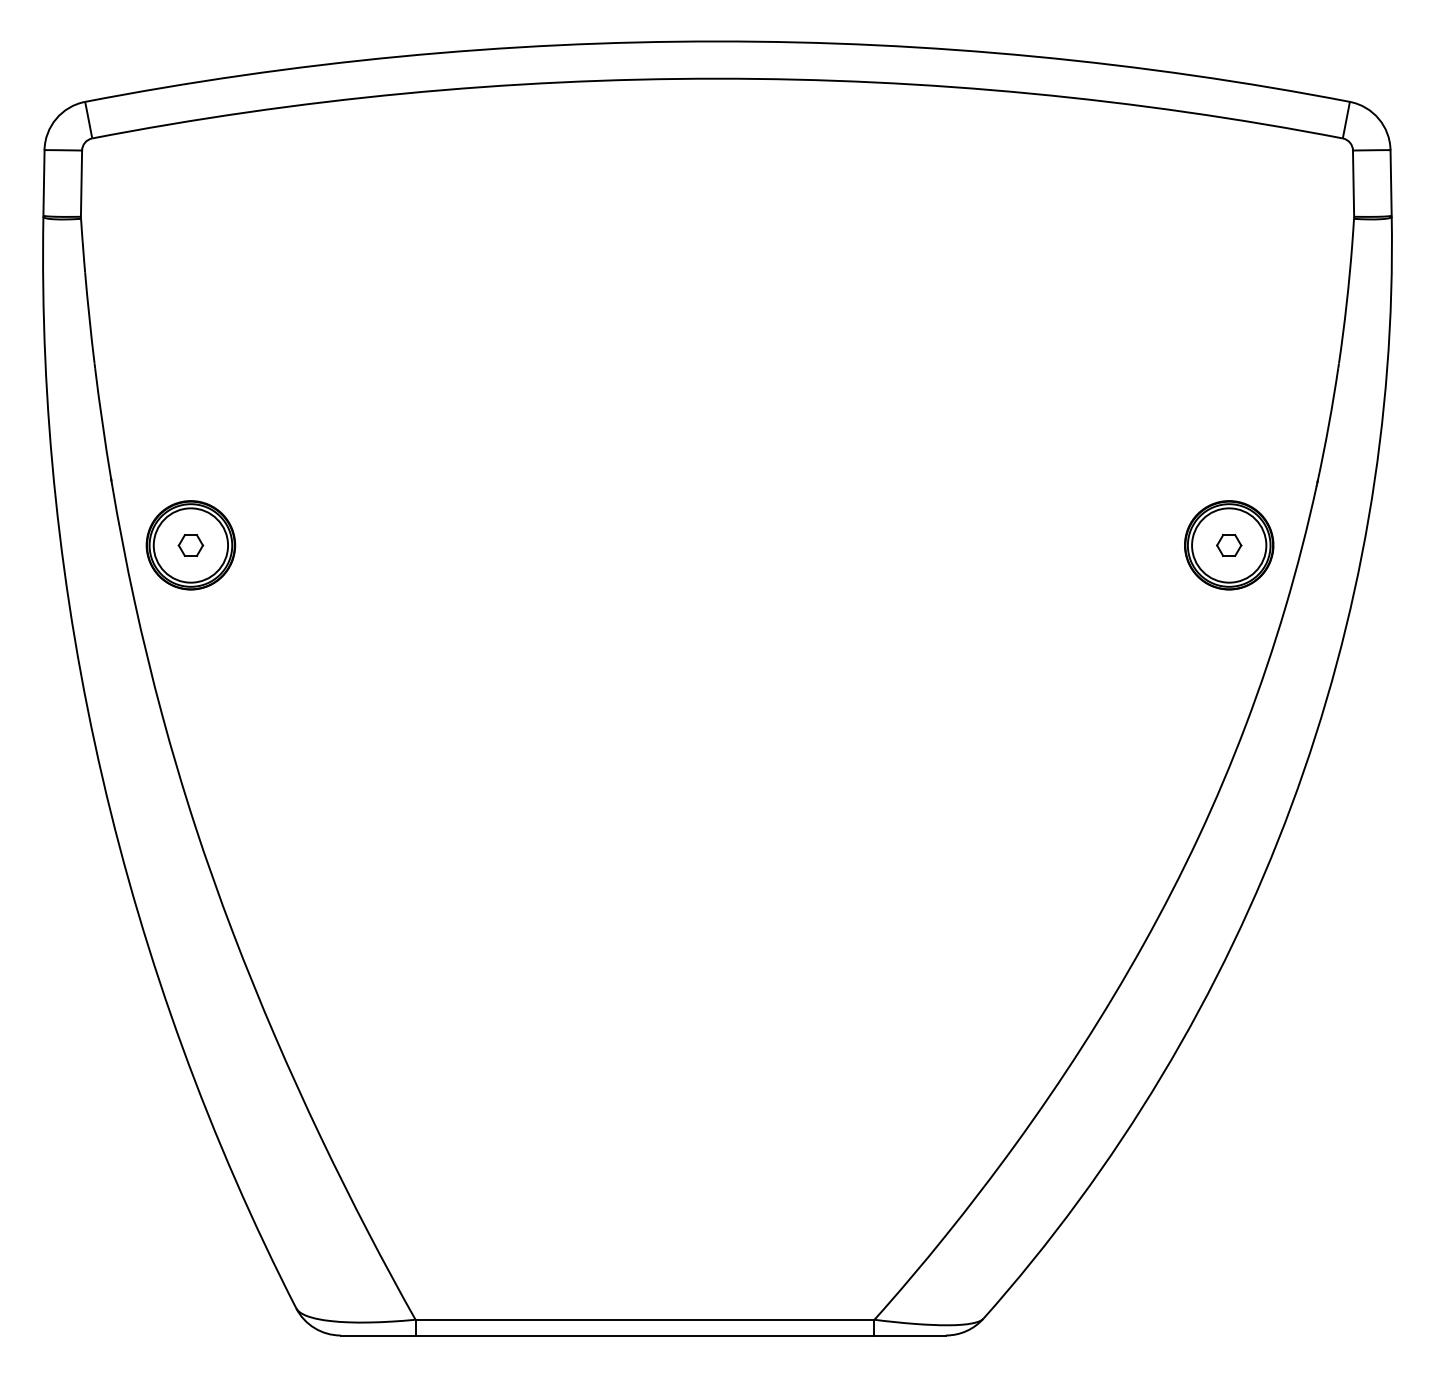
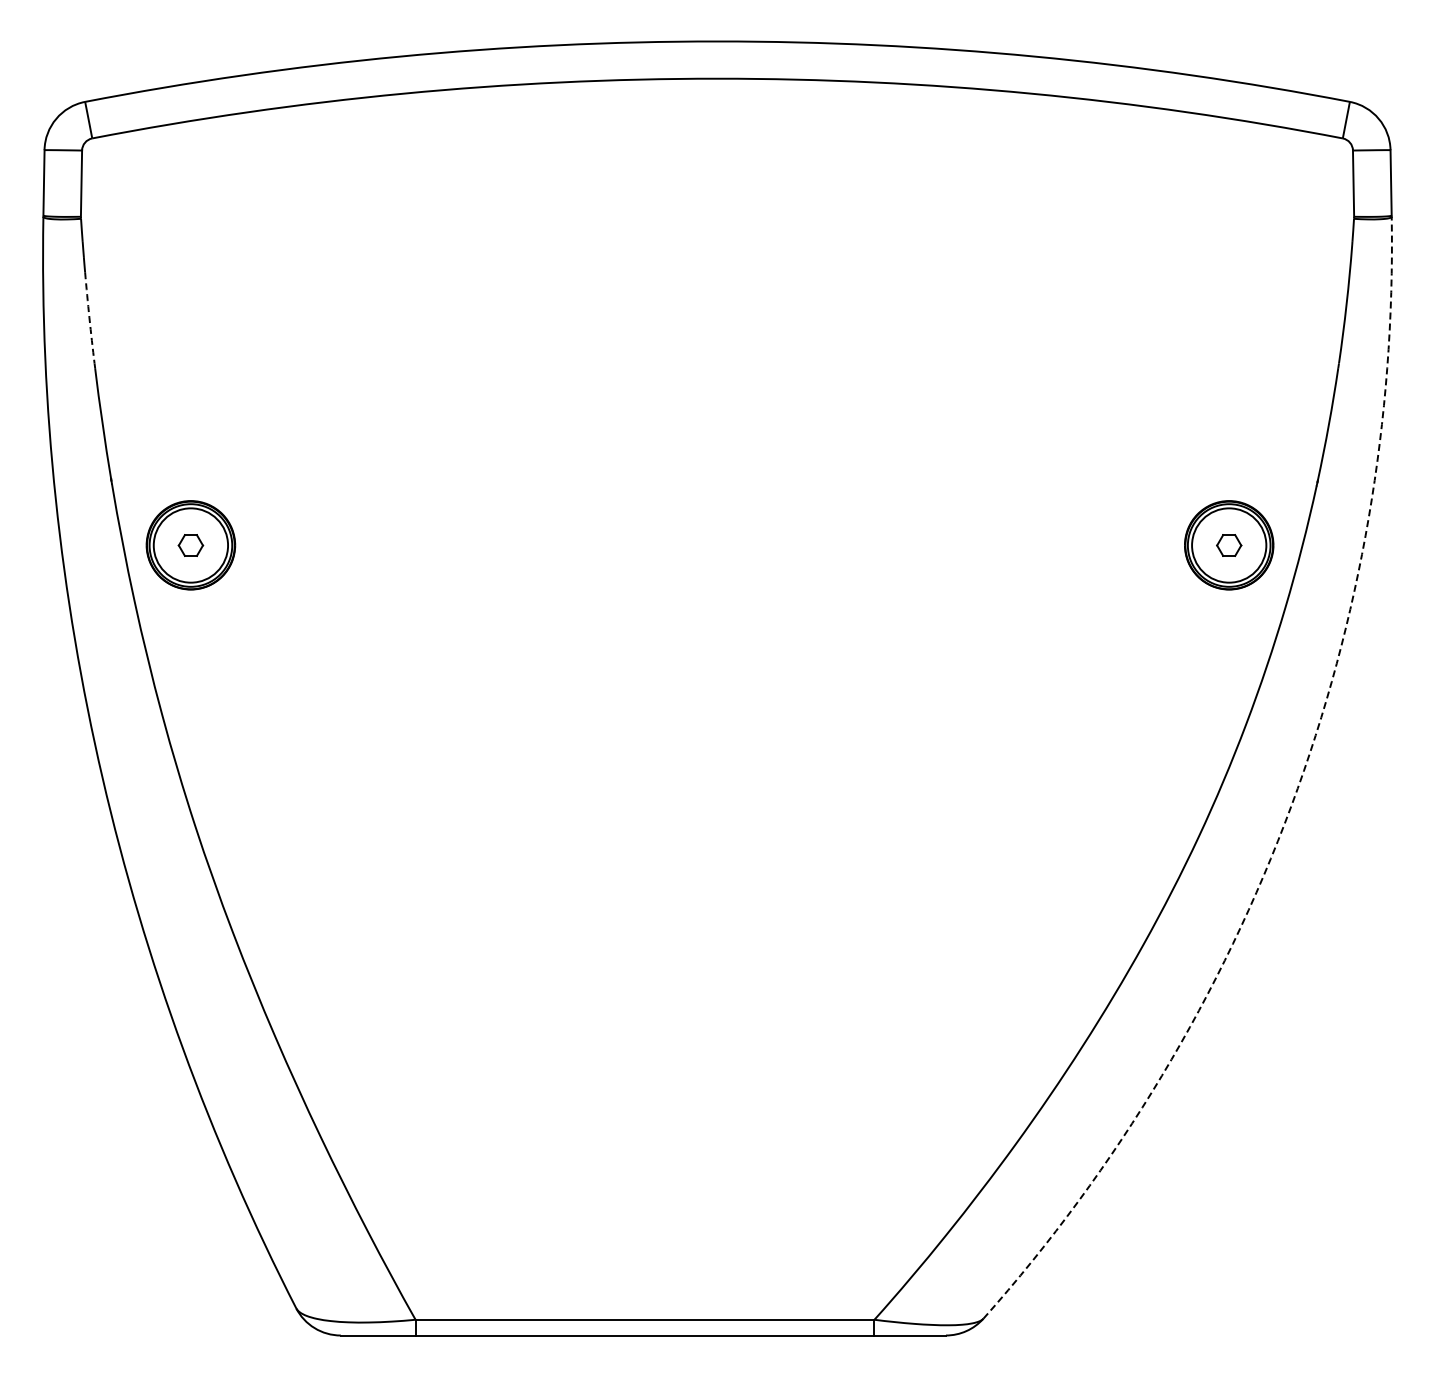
arc at (89, 317): solid -> dashed
arc at (1291, 806): solid -> dashed
